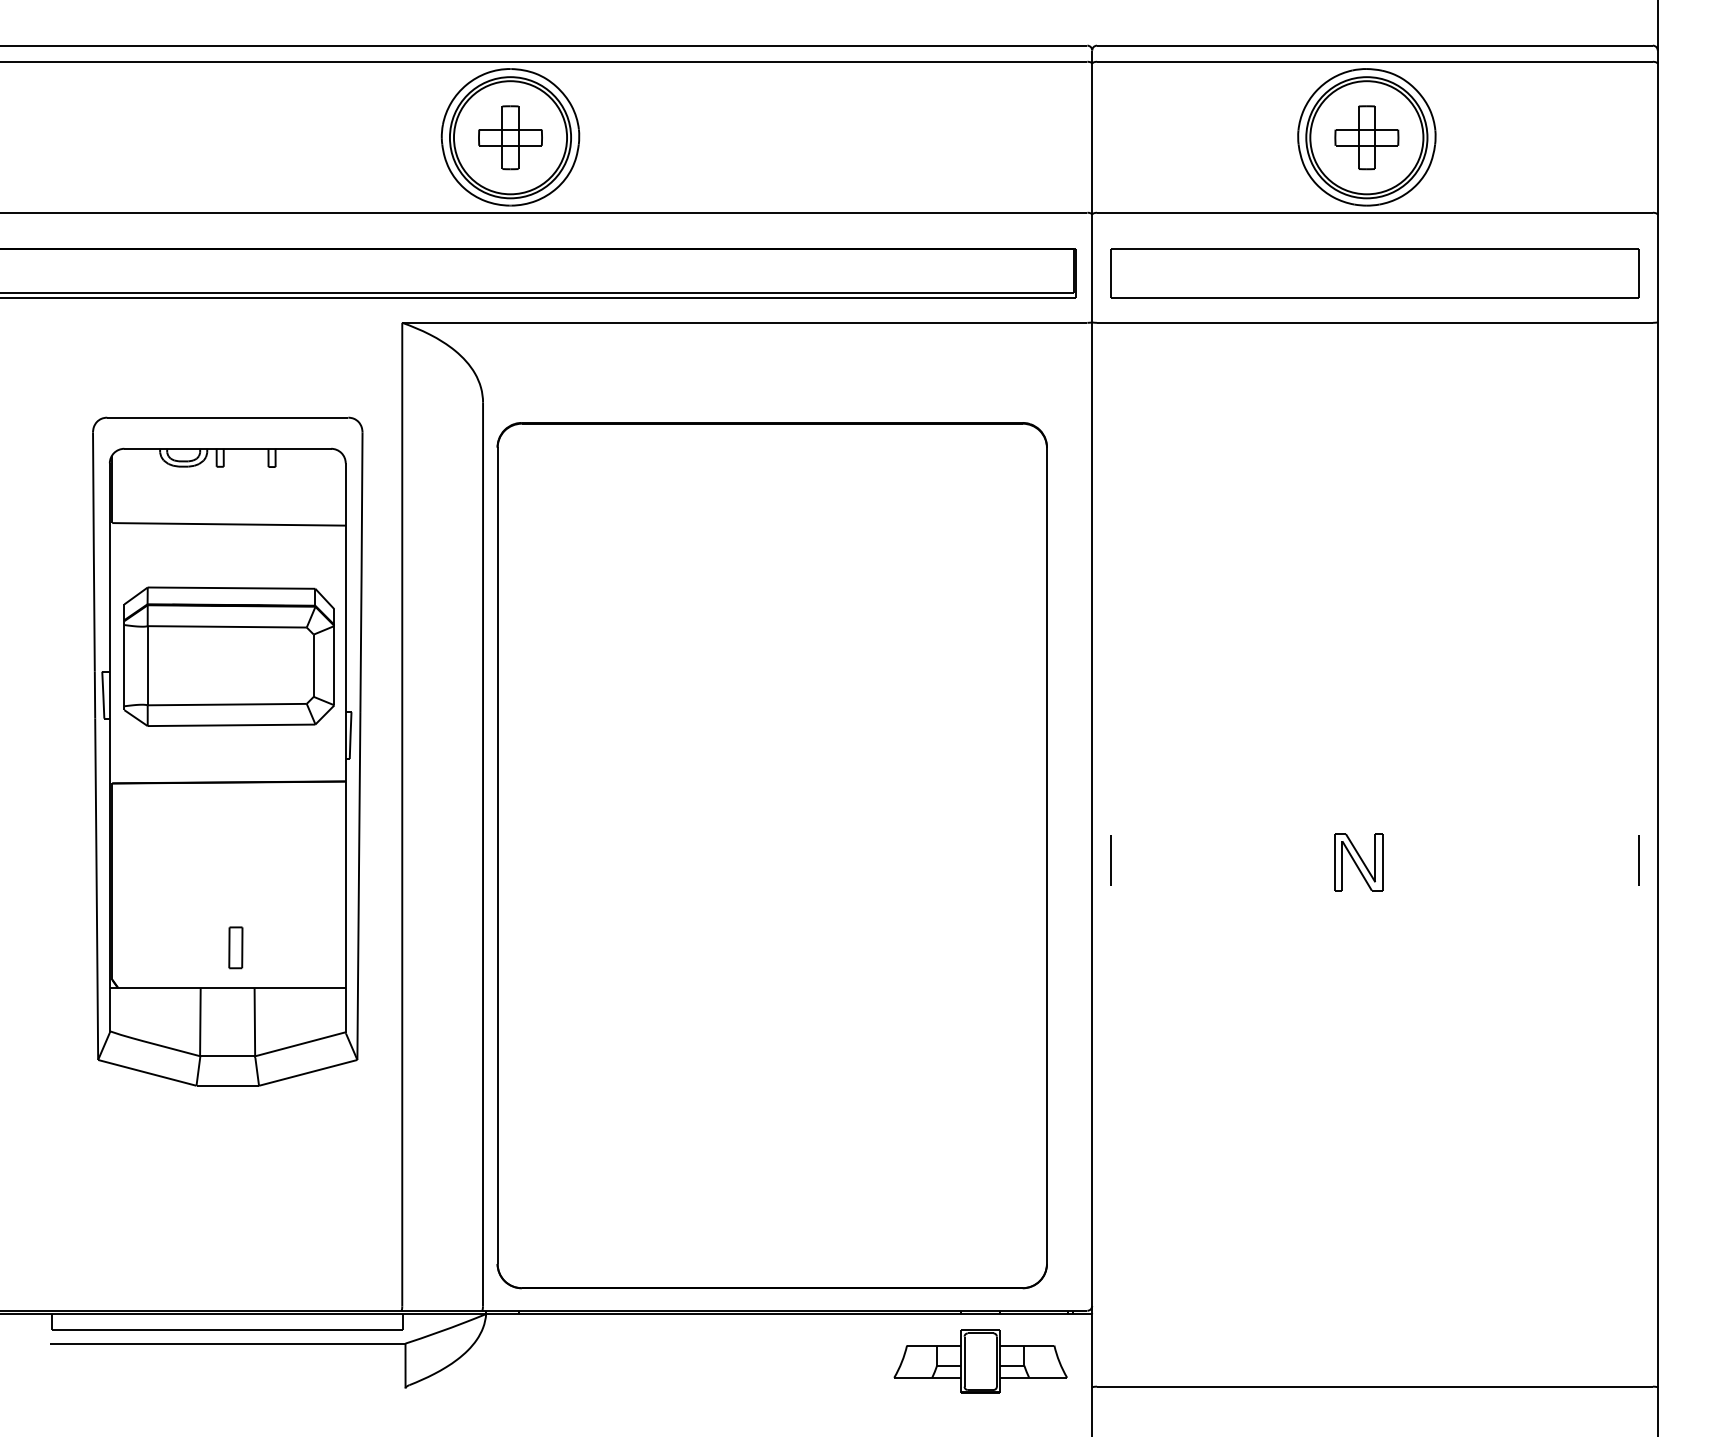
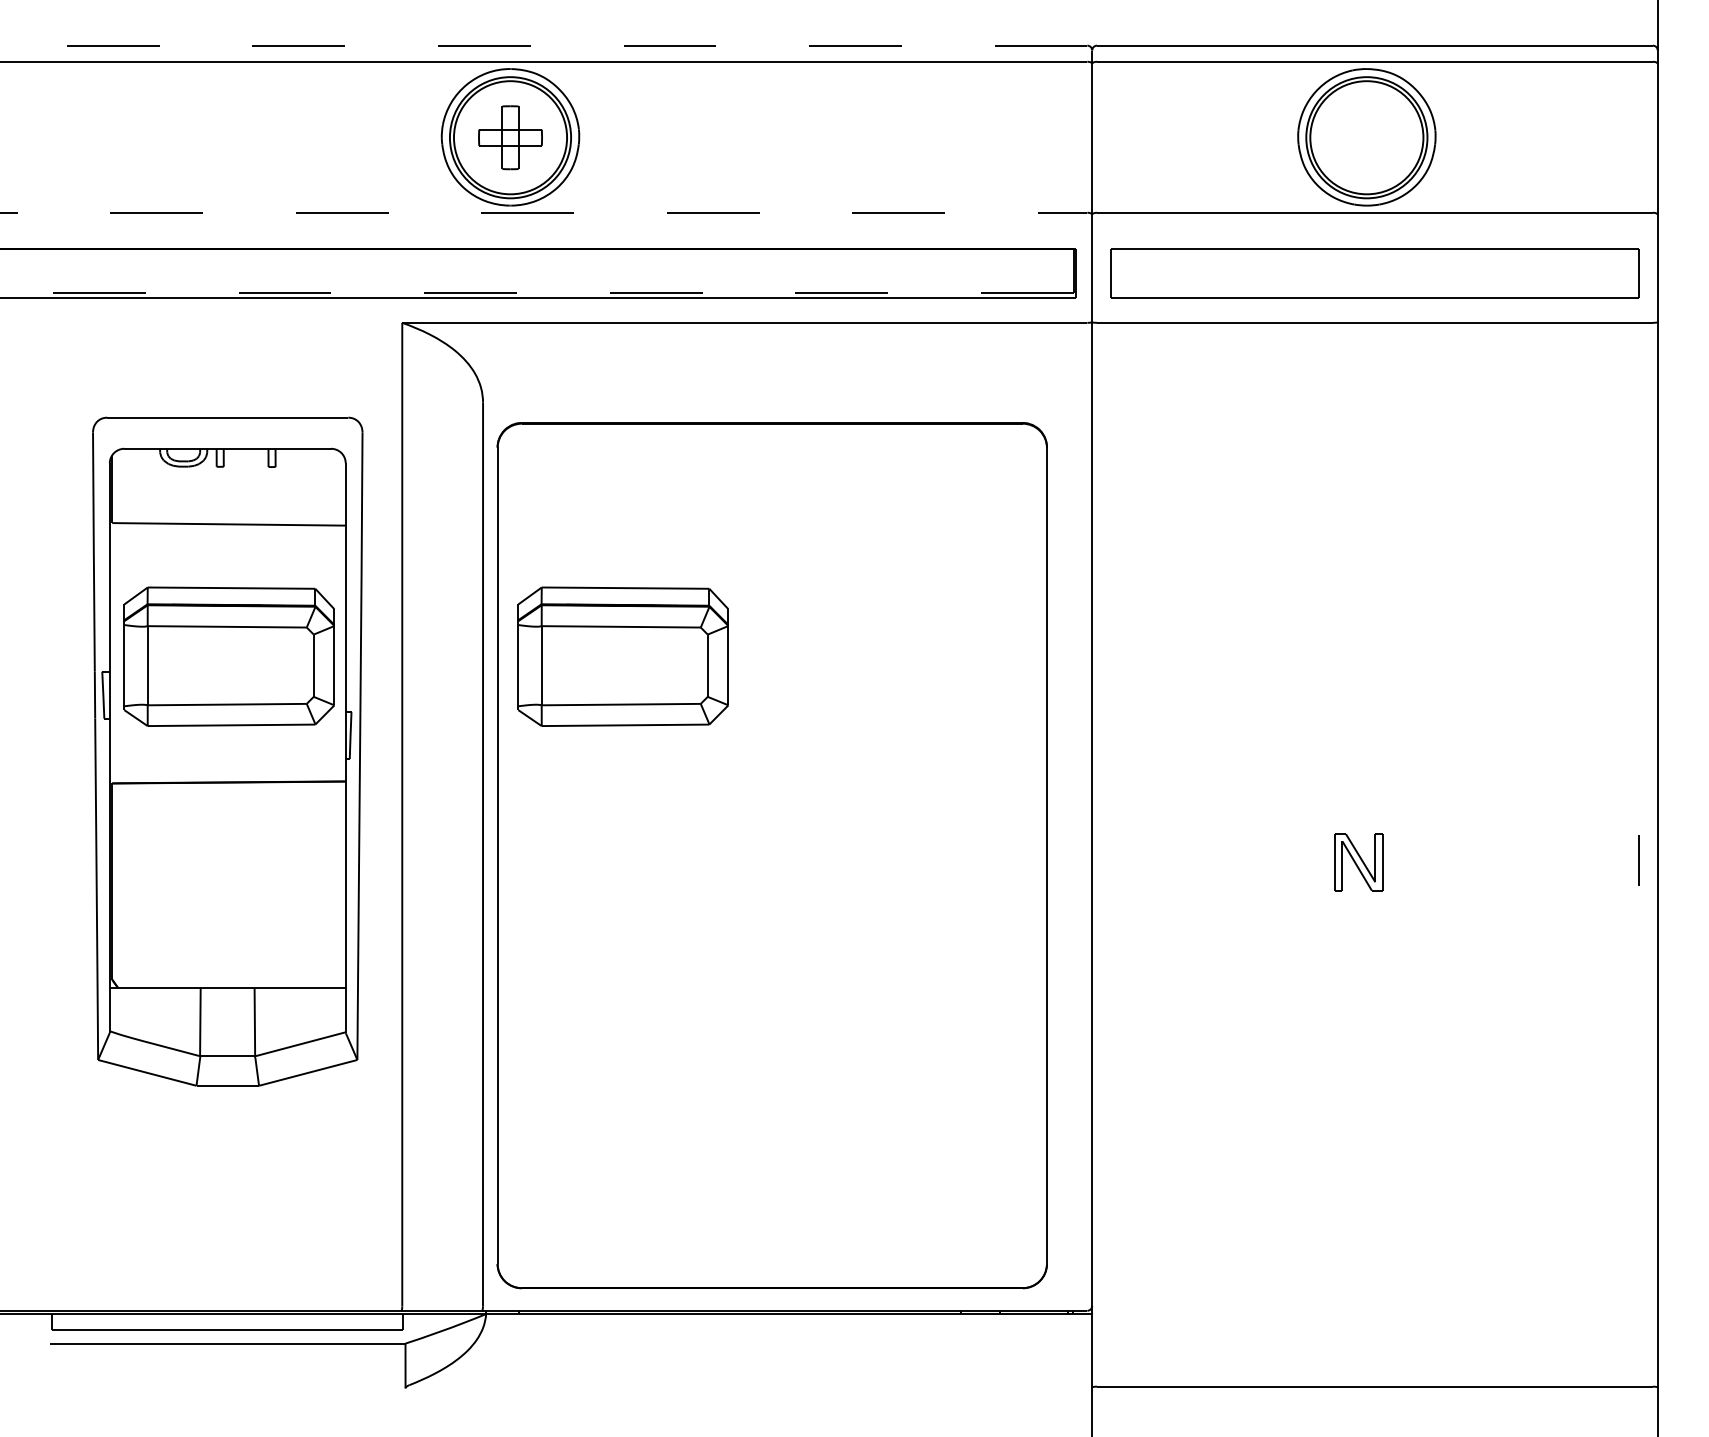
line at (543, 45): solid -> dashed
part at (1366, 137): present -> none
line at (544, 212): solid -> dashed
line at (536, 293): solid -> dashed
part at (622, 656): none -> present
line at (1110, 860): present -> none
part at (235, 947): present -> none
part at (980, 1361): present -> none
